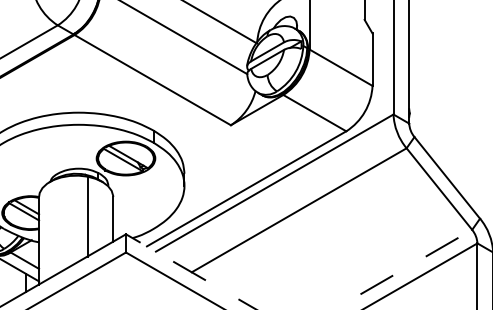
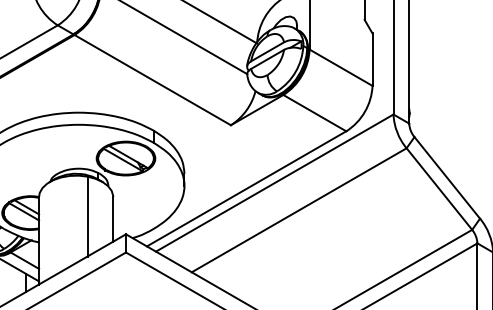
line at (403, 269): dashed -> solid
line at (190, 271): dashed -> solid
